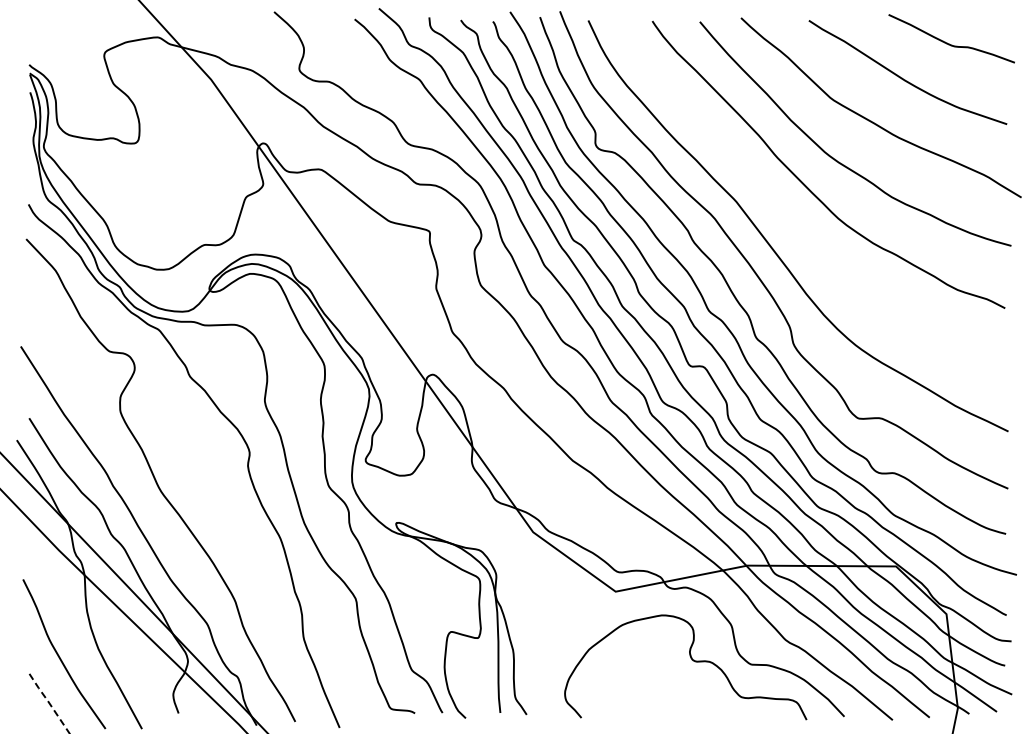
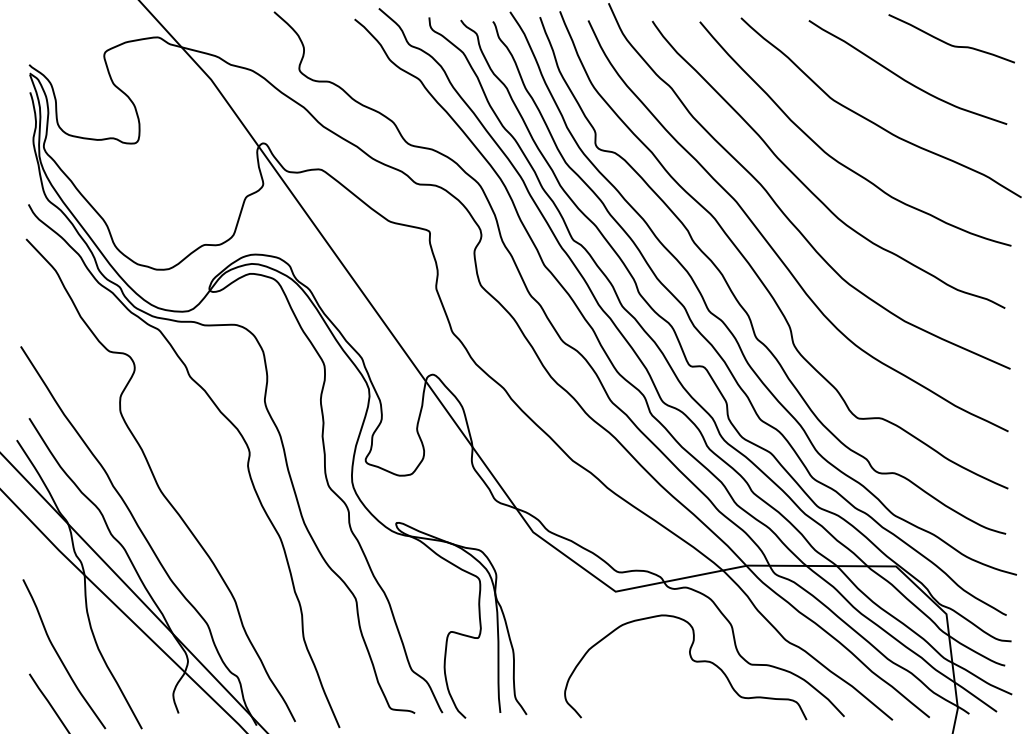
curve at (779, 206): none -> present
line at (49, 702): dashed -> solid
